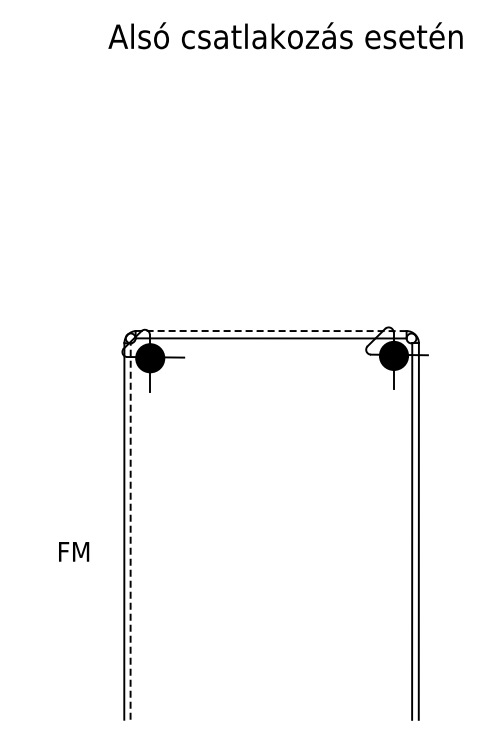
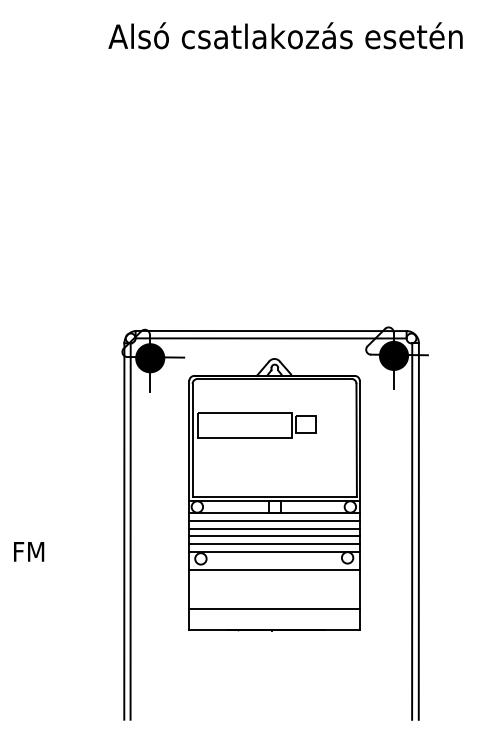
line at (270, 331): dashed -> solid
part at (274, 494): none -> present
line at (130, 531): dashed -> solid
text at (74, 551) position: (74, 551) -> (29, 551)
